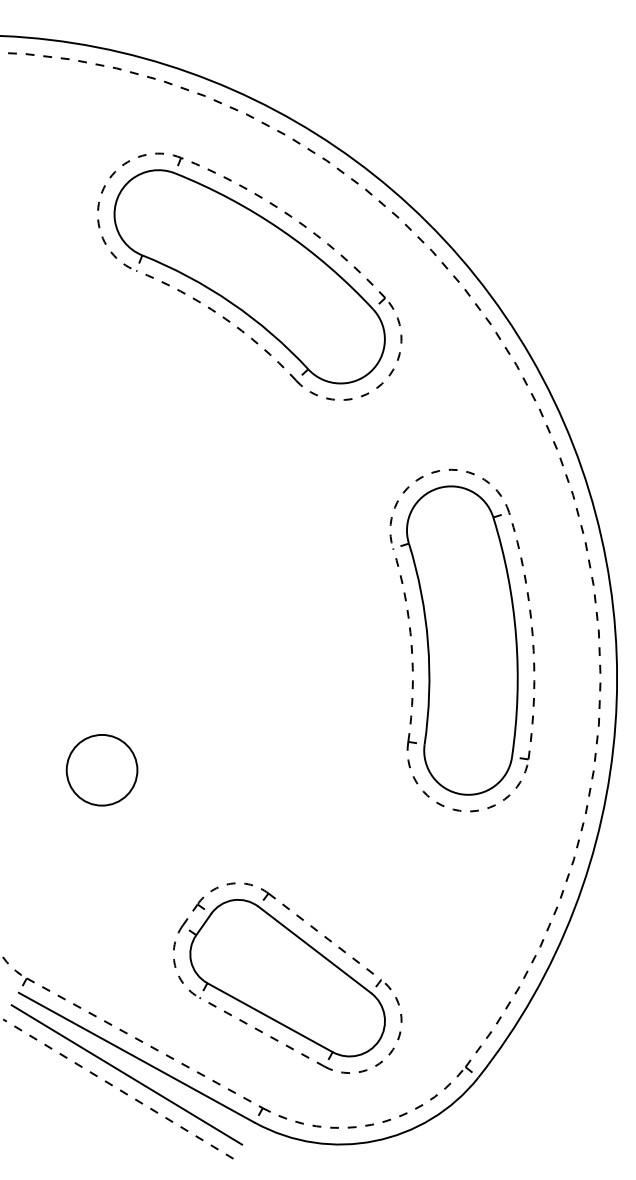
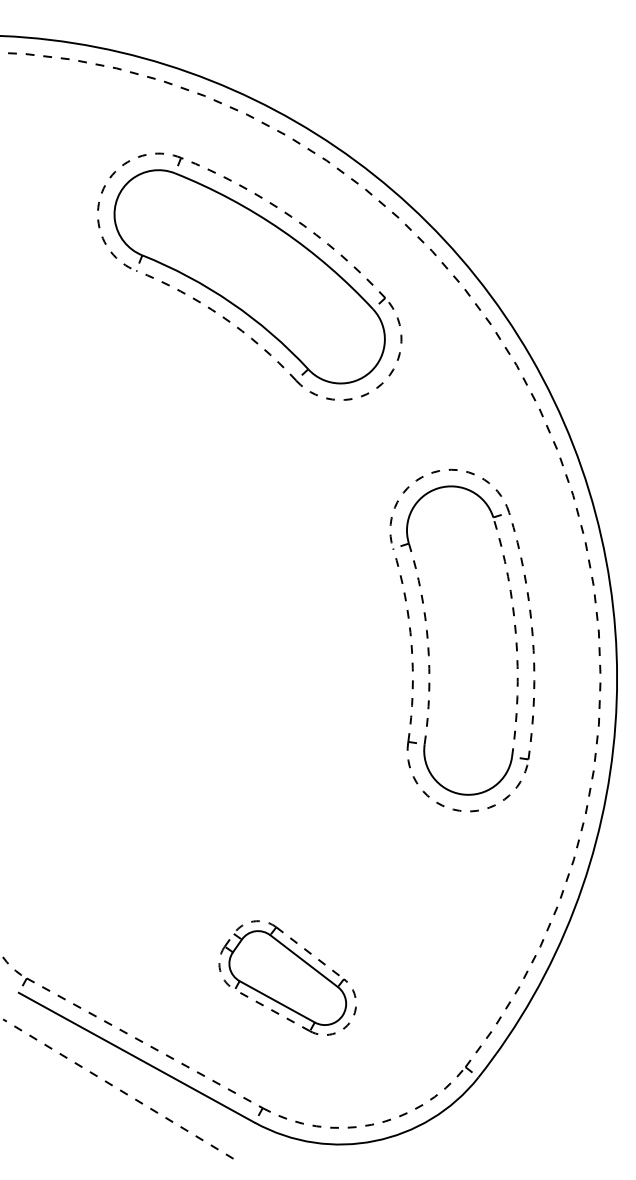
arc at (516, 636): solid -> dashed
arc at (428, 643): solid -> dashed
circle at (101, 770): present -> none
part at (287, 977) size: 230x192 px -> 139x116 px
line at (126, 1074): present -> none
